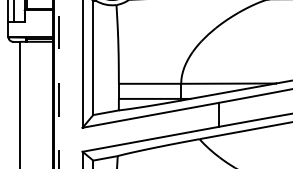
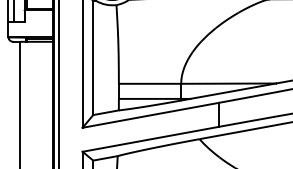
line at (59, 85): dashed -> solid
